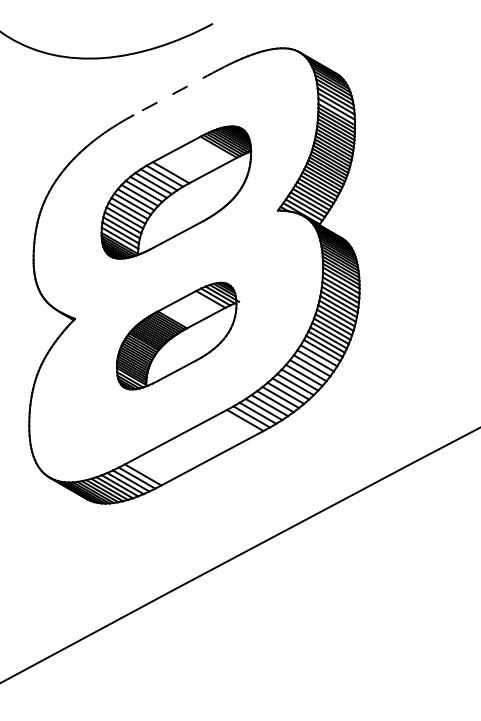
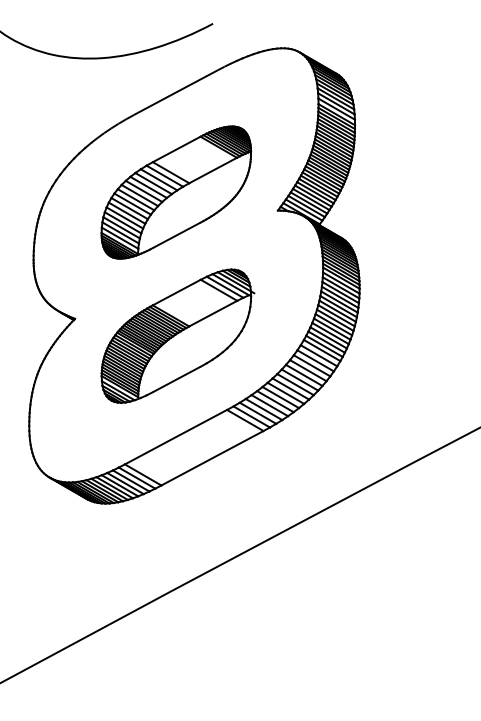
arc at (176, 92): dashed -> solid
part at (178, 335) size: 125x110 px -> 156x136 px
